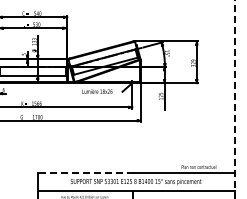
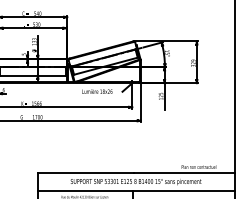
line at (234, 98): dashed -> solid
line at (85, 172): dashed -> solid
